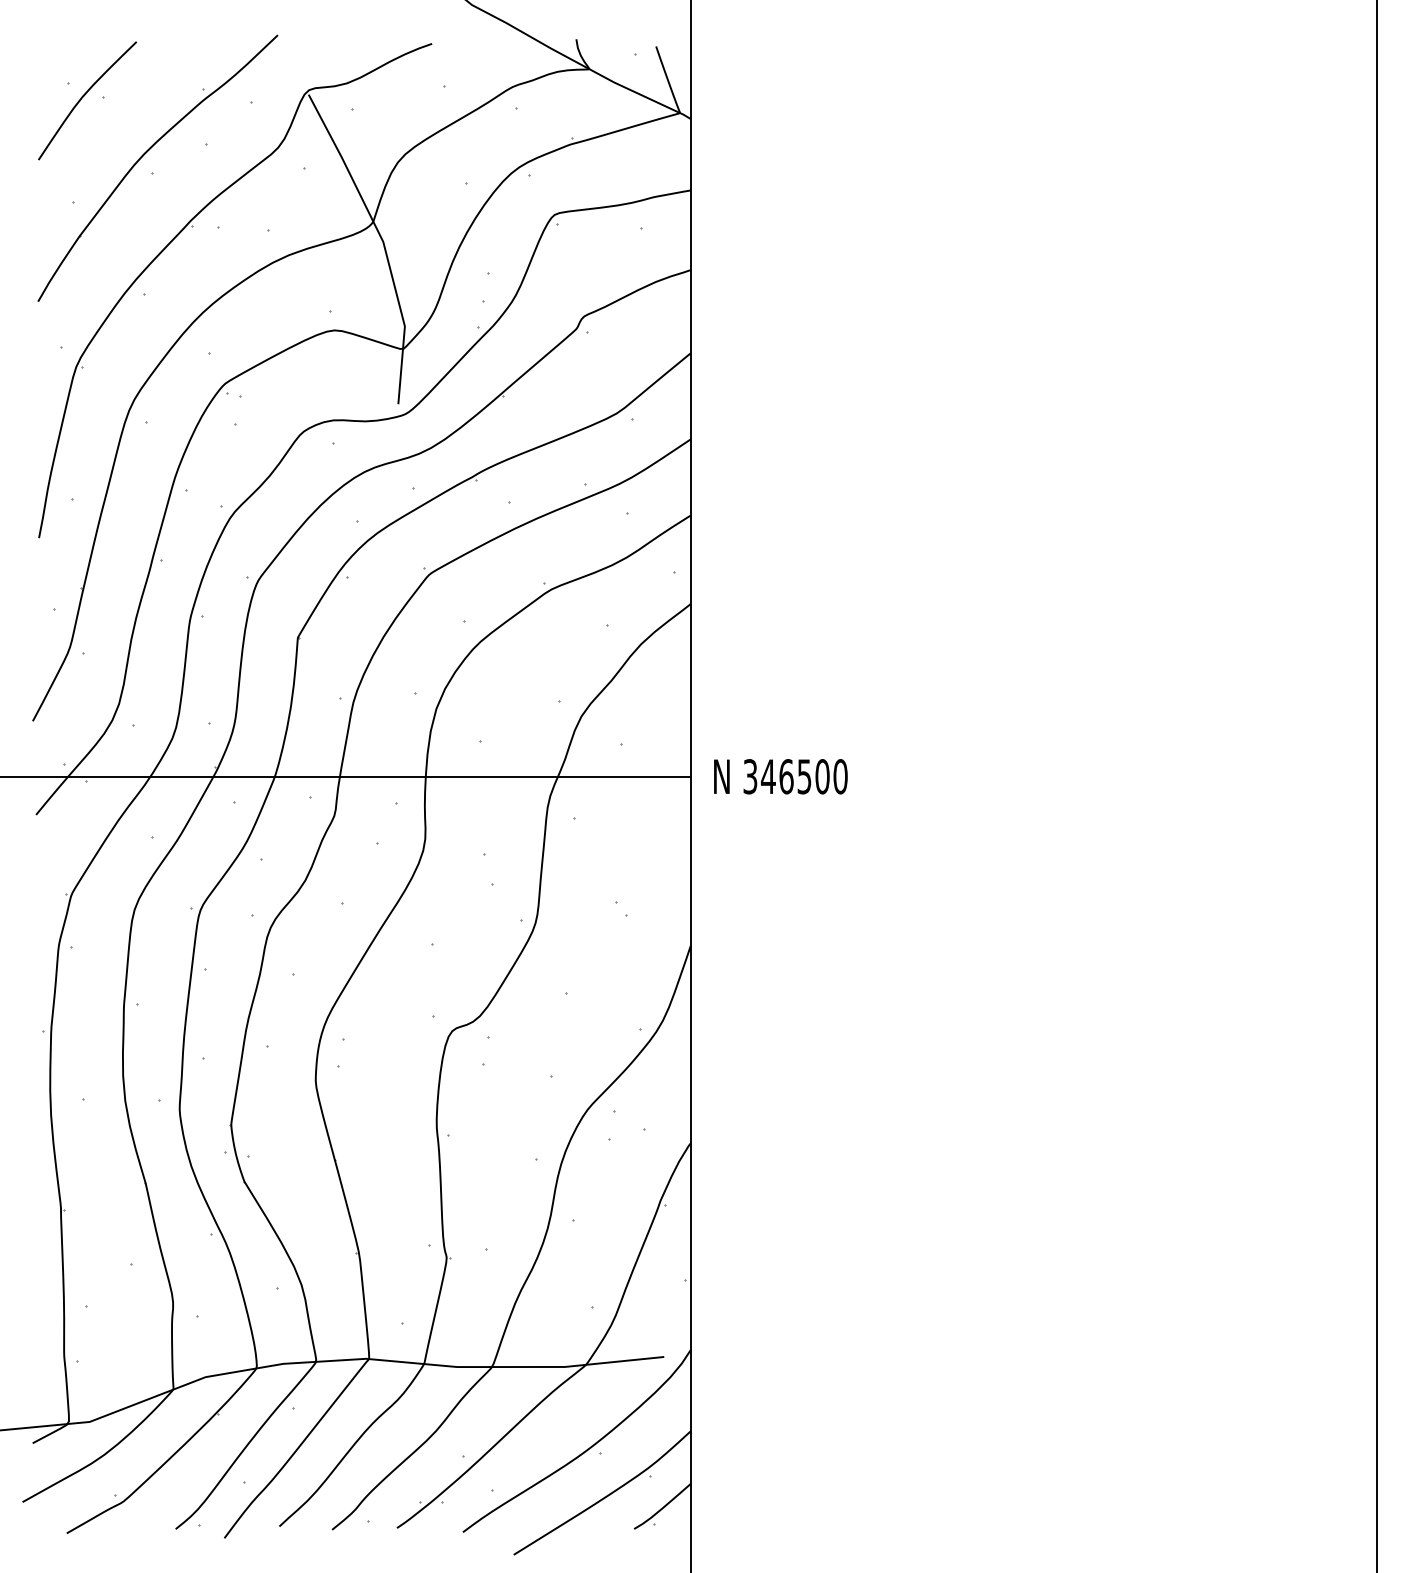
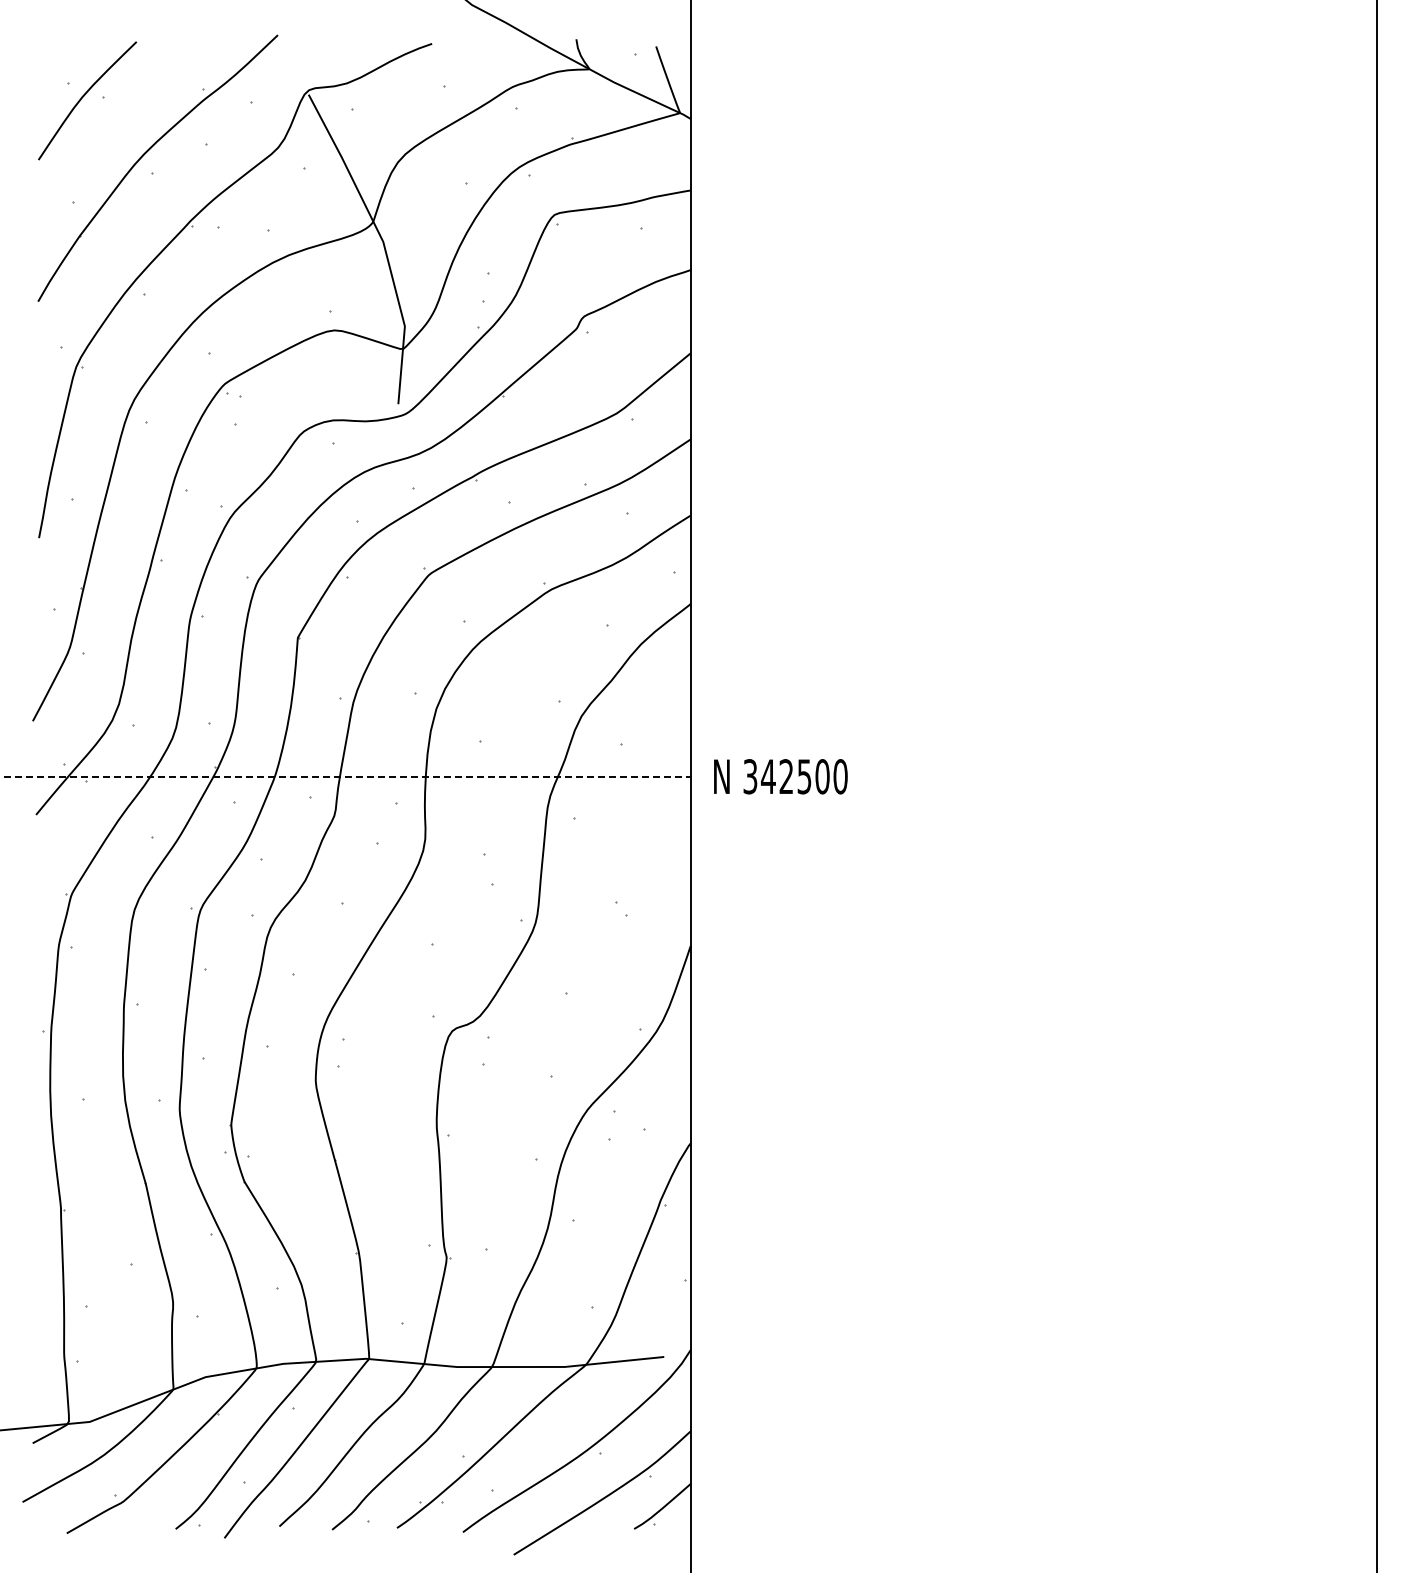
line at (346, 776): solid -> dashed
text at (786, 776): 346500 -> 342500
